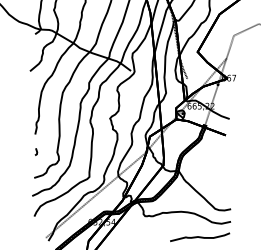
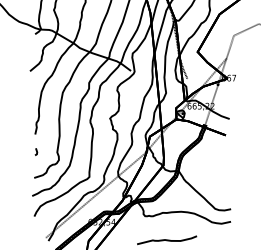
curve at (200, 237) position: (200, 237) -> (167, 240)
